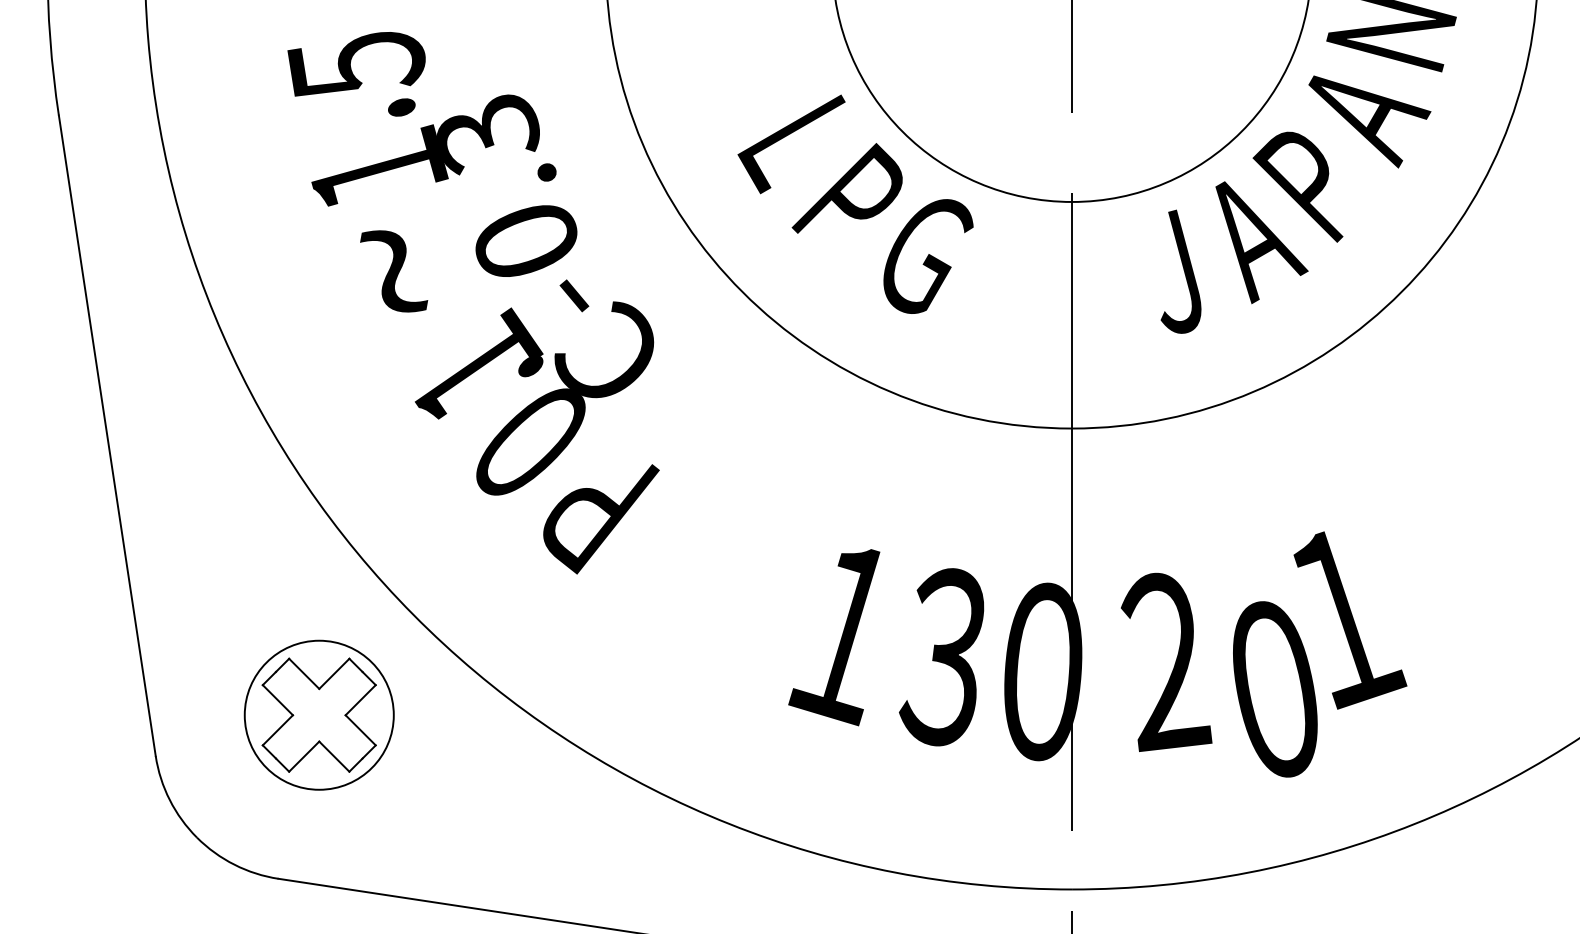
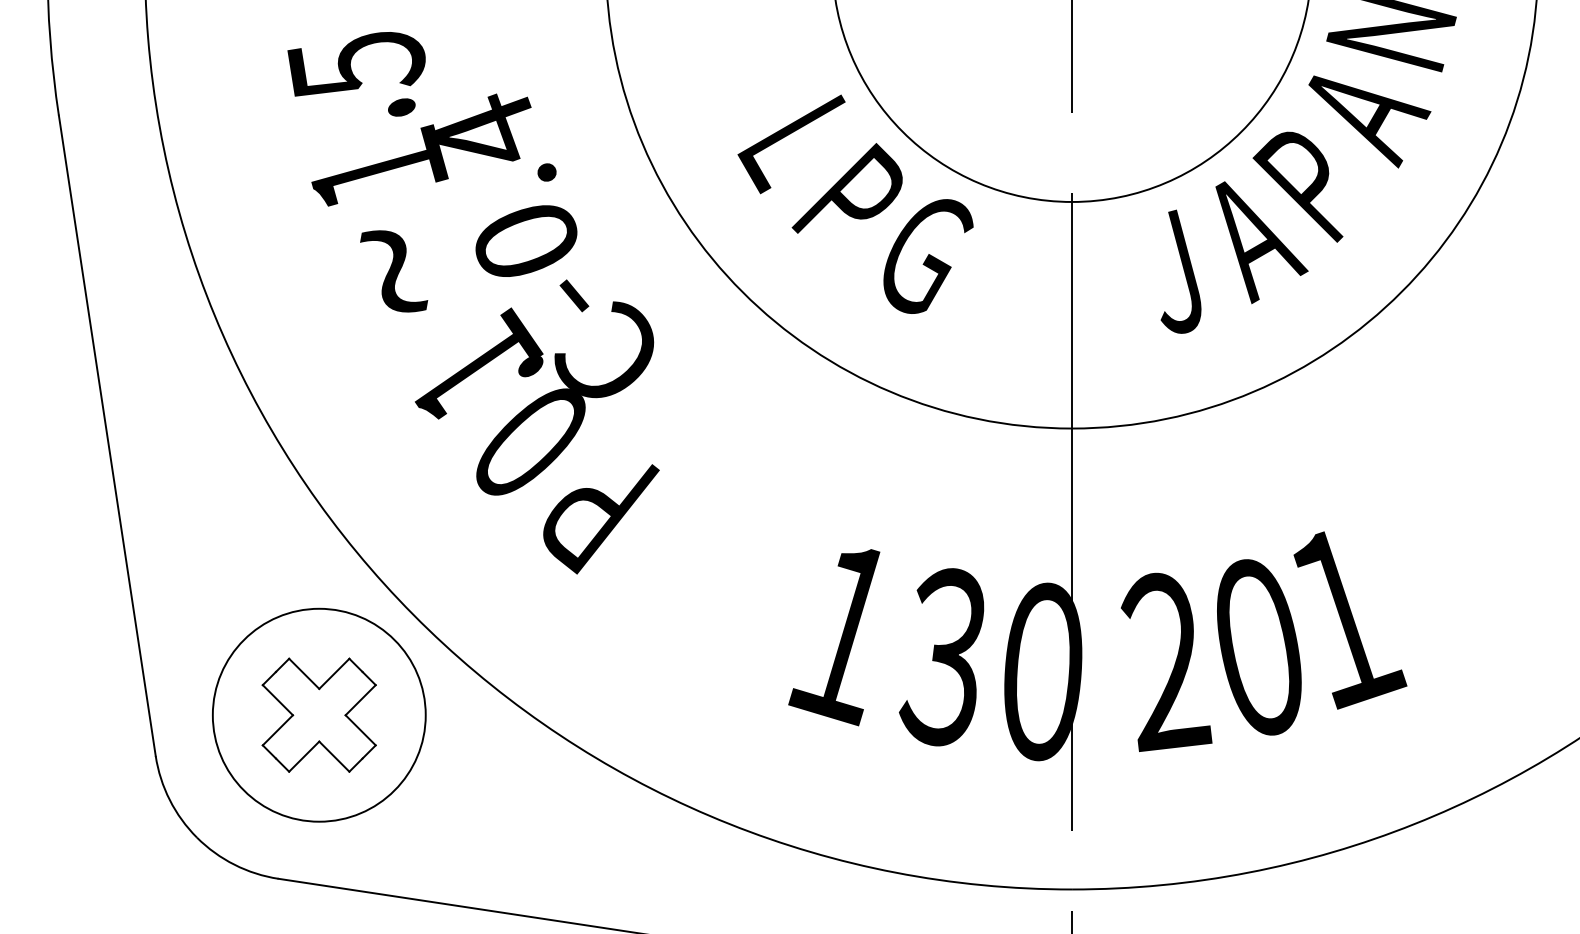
text at (487, 134): 0.3 -> 0.4
text at (1275, 689) position: (1275, 689) -> (1259, 647)
circle at (318, 714) diameter: 149 px -> 213 px
